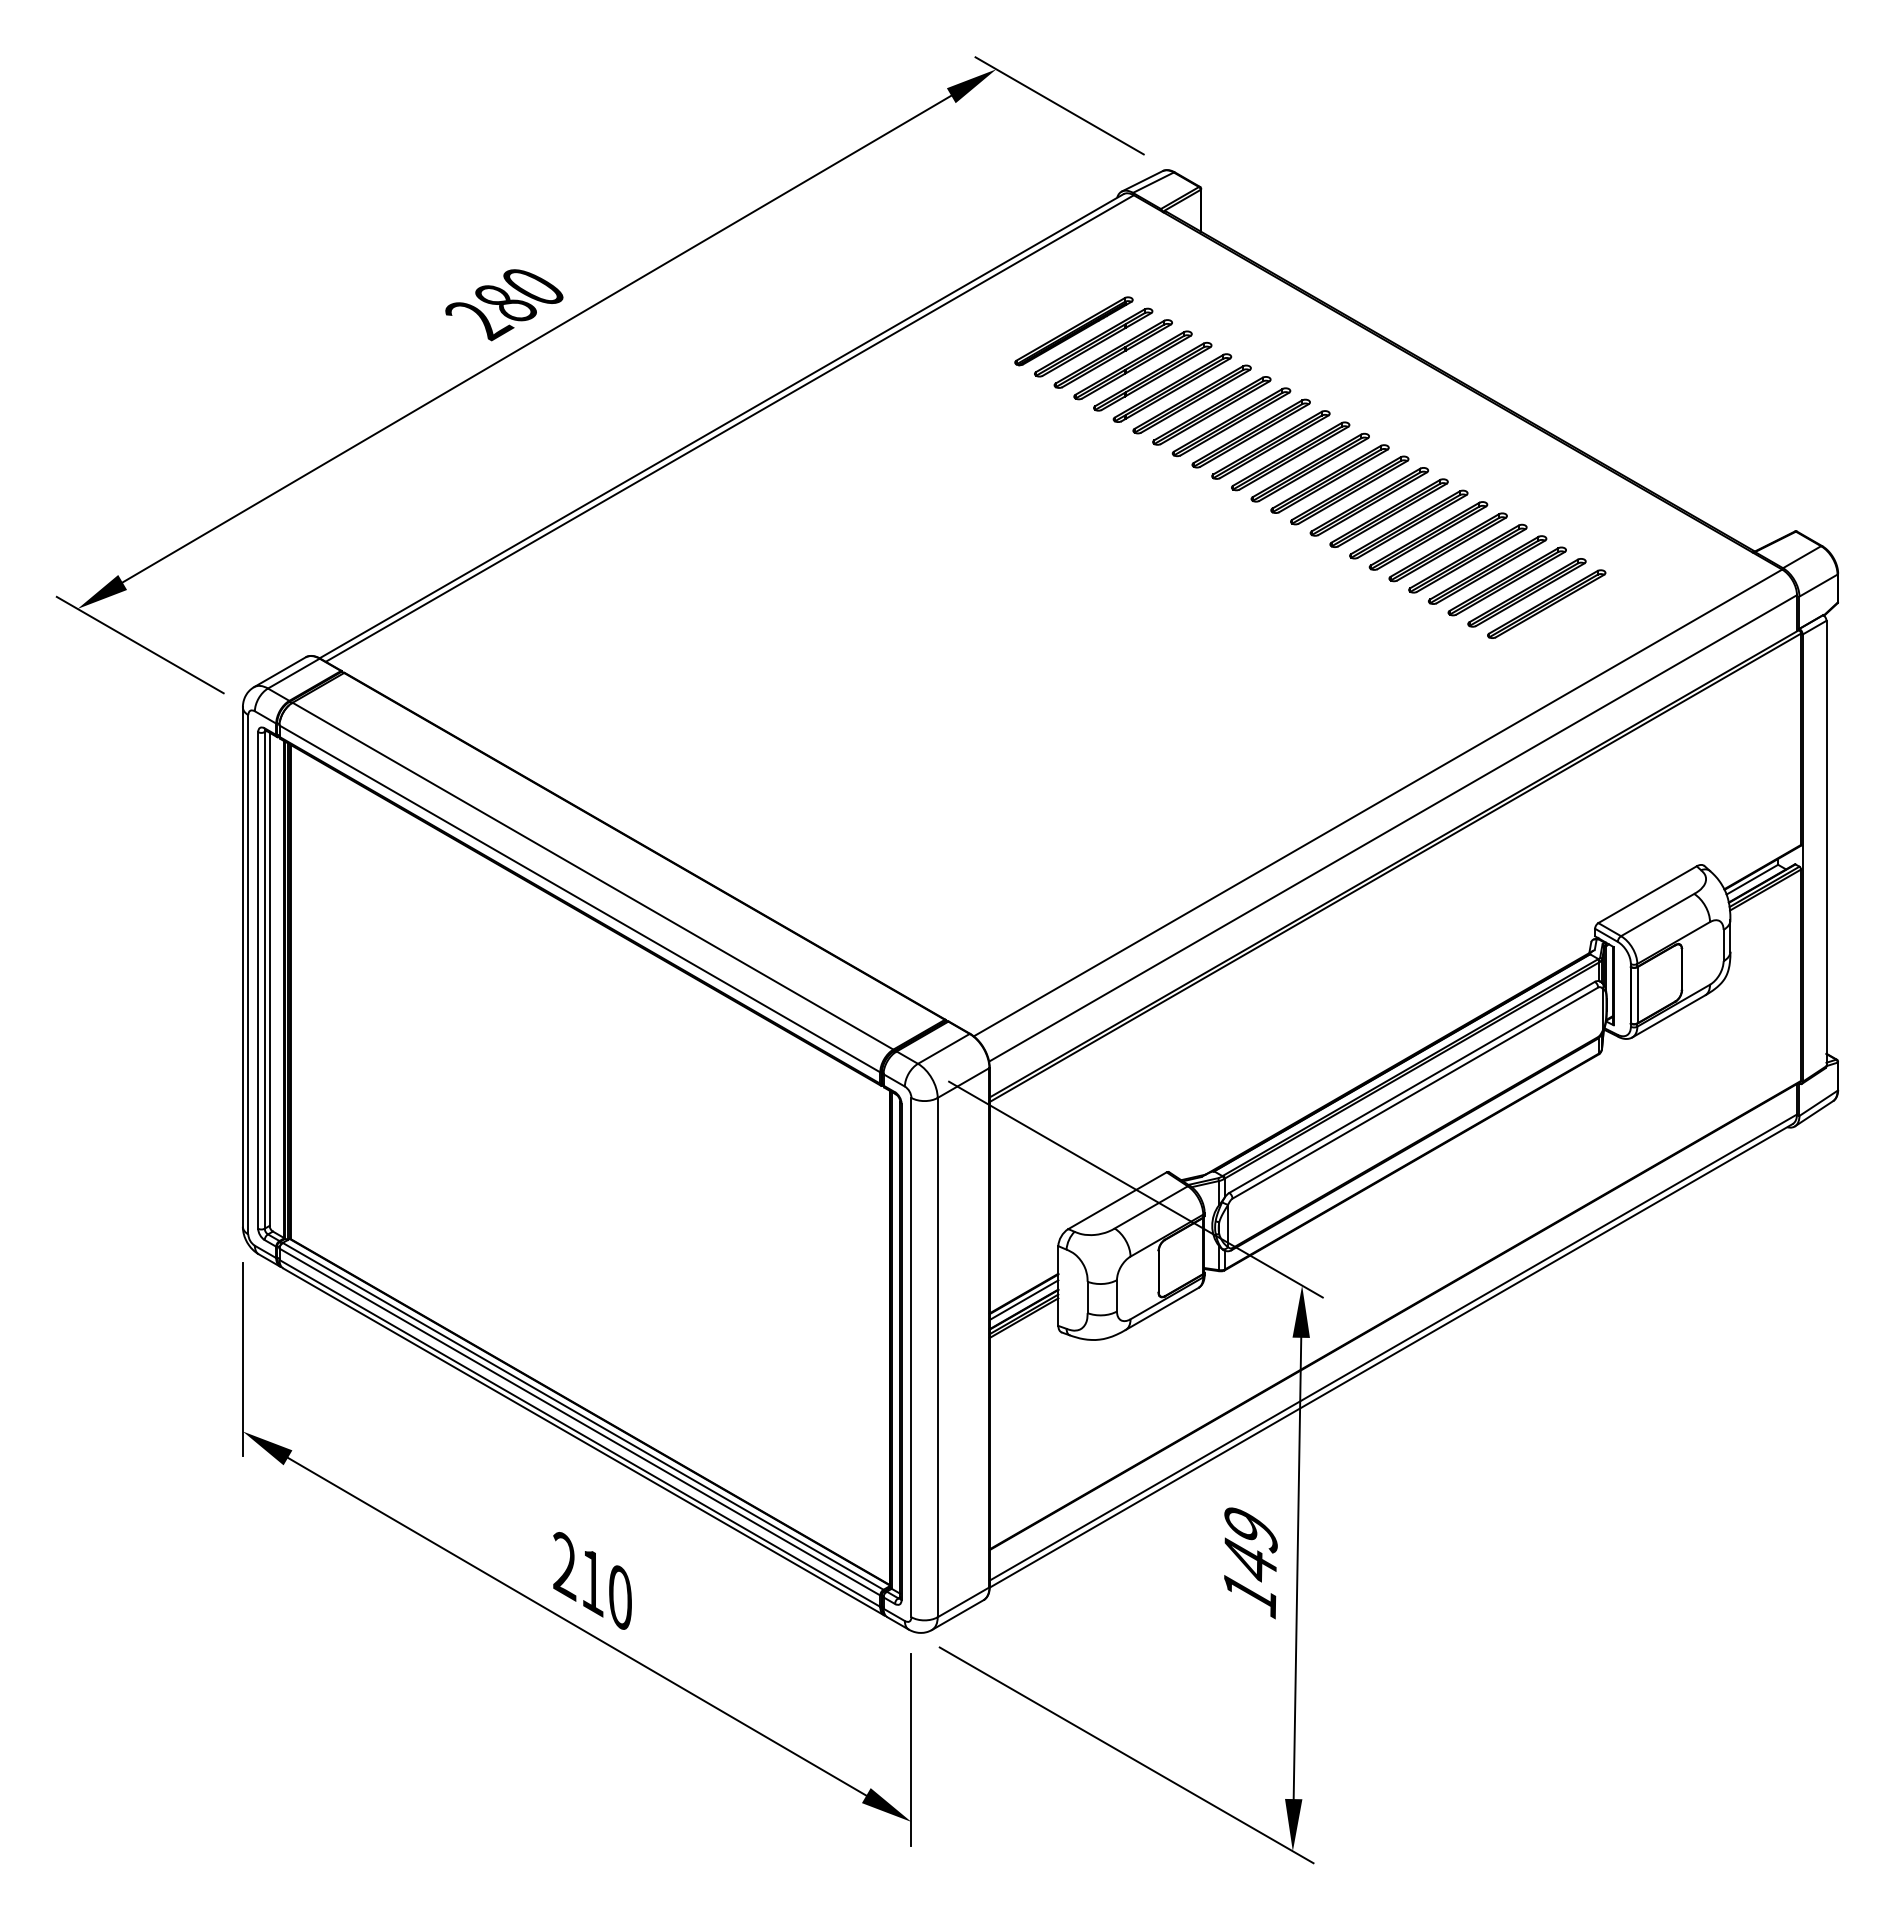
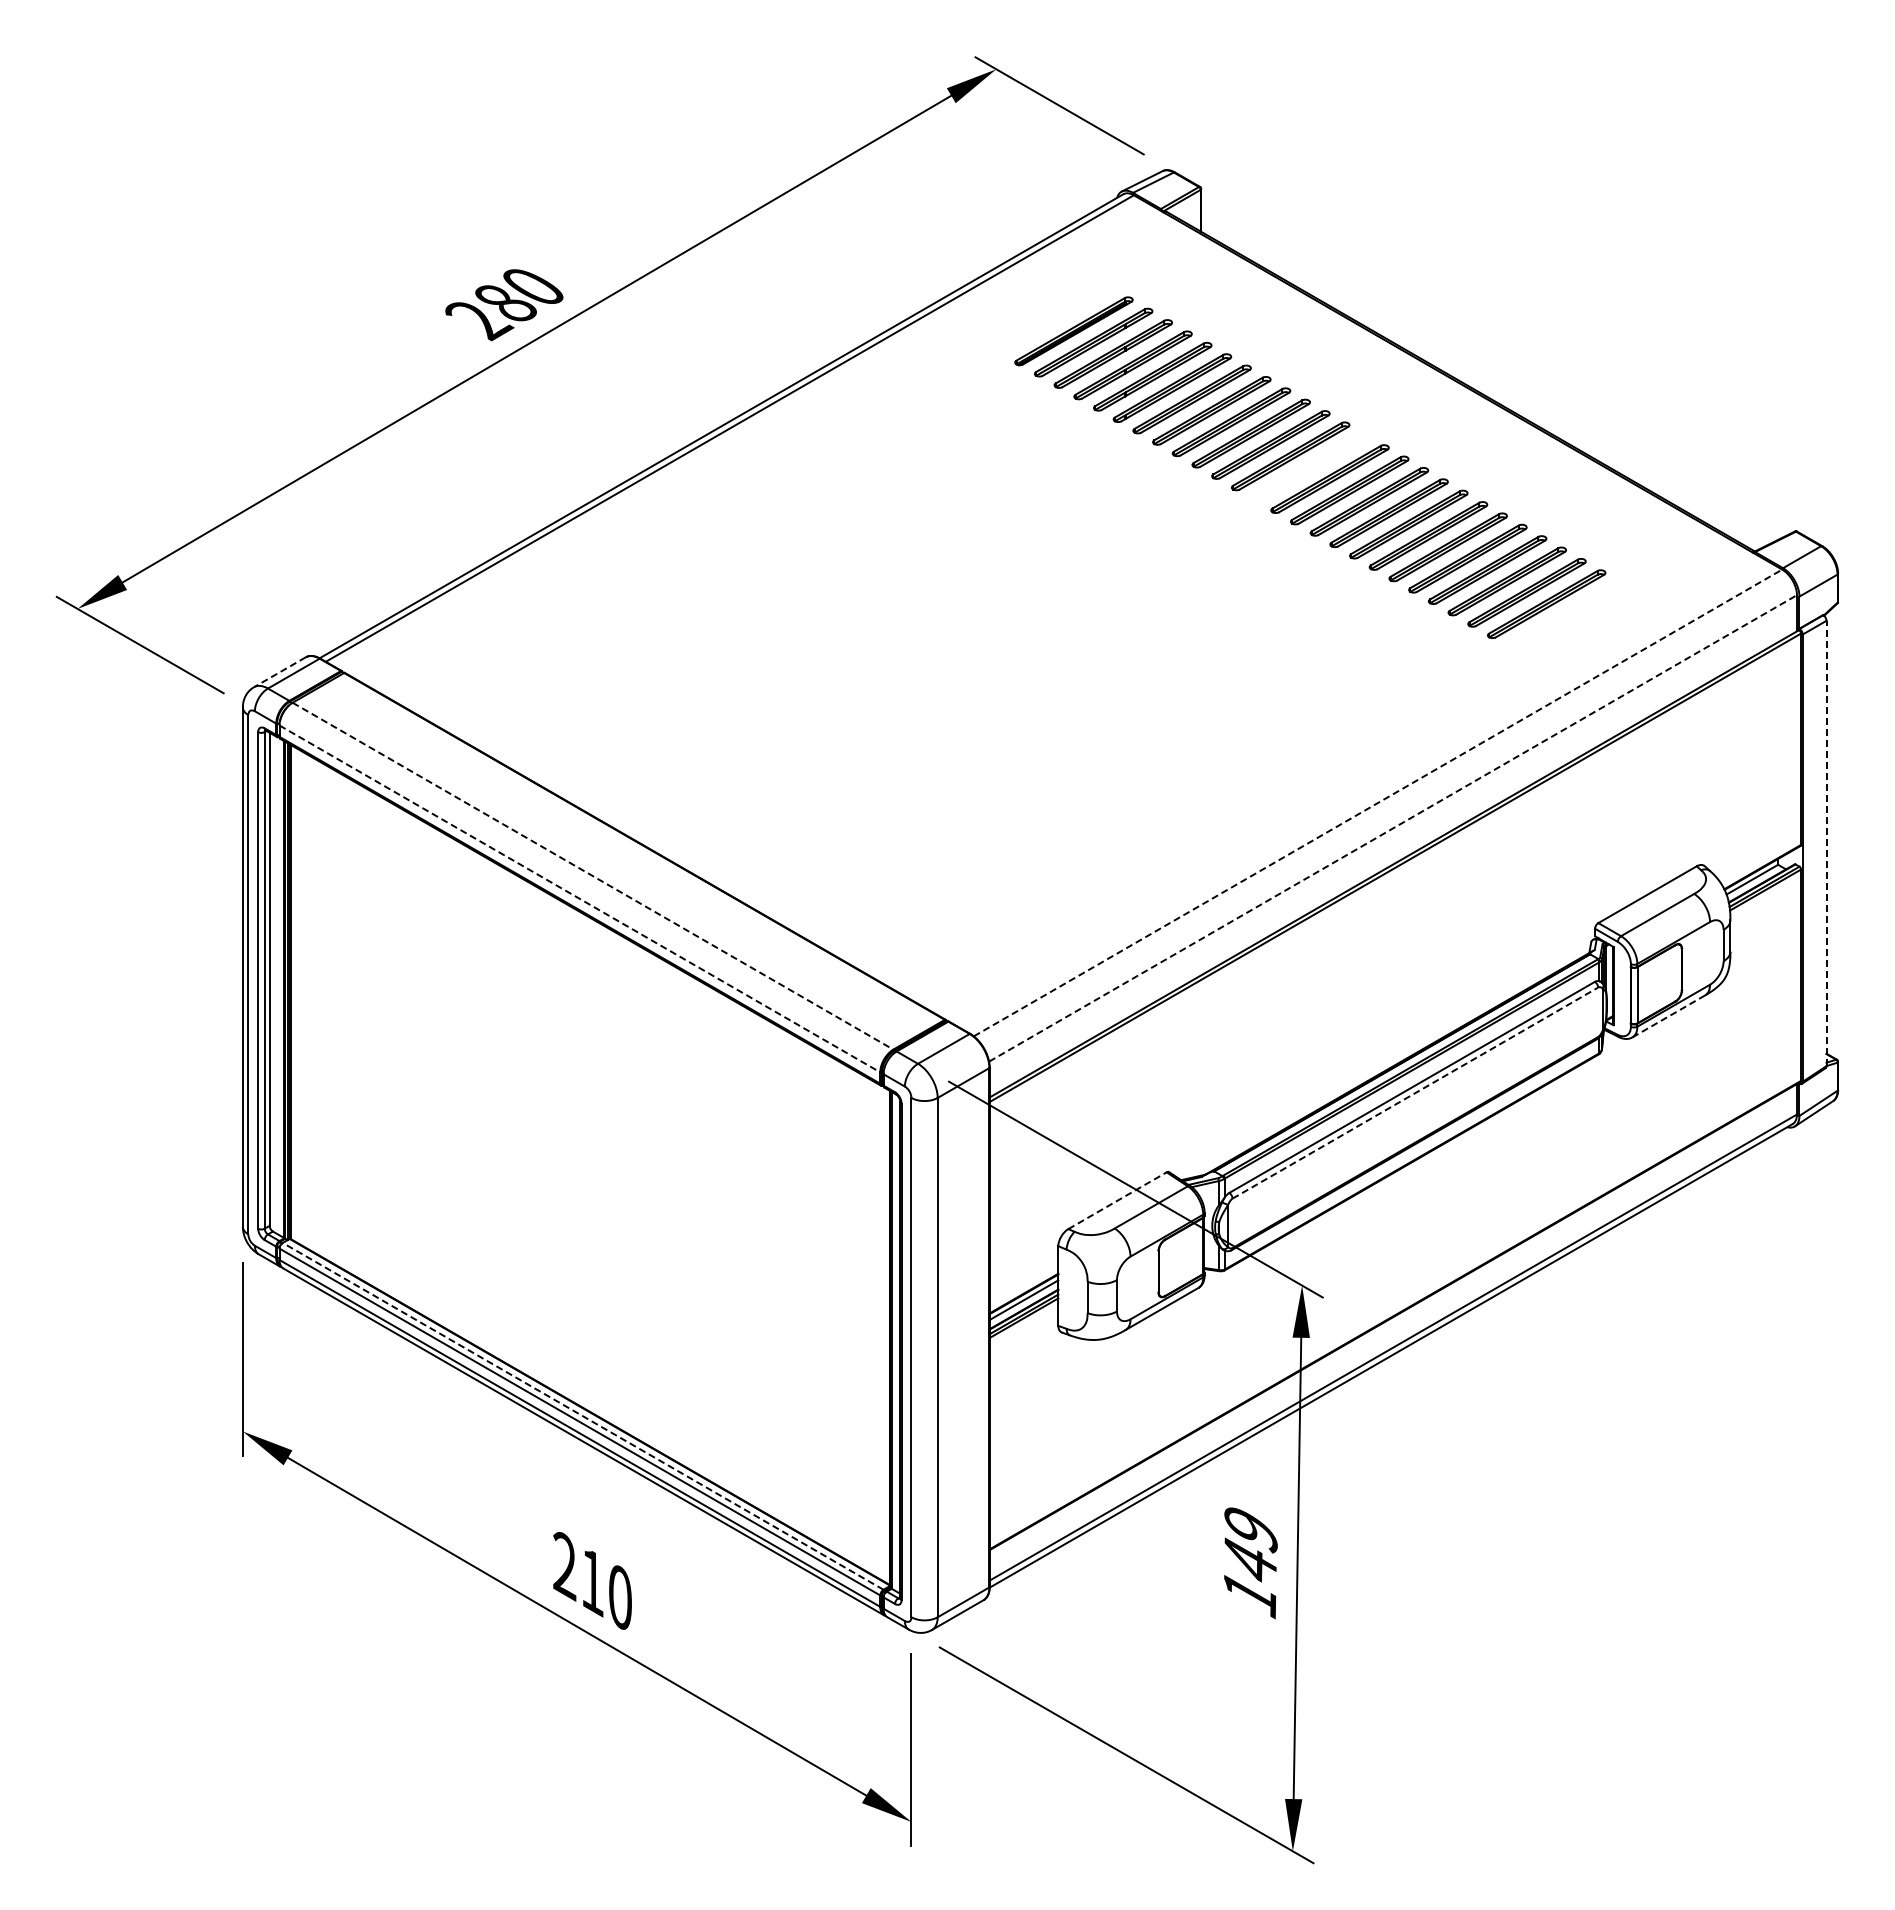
part at (1309, 467): present -> none
line at (279, 672): solid -> dashed
line at (1378, 802): solid -> dashed
line at (1393, 828): solid -> dashed
line at (1826, 843): solid -> dashed
line at (593, 876): solid -> dashed
line at (579, 898): solid -> dashed
line at (1669, 1016): solid -> dashed
line at (1415, 1092): solid -> dashed
line at (1117, 1200): solid -> dashed
line at (583, 1416): solid -> dashed
